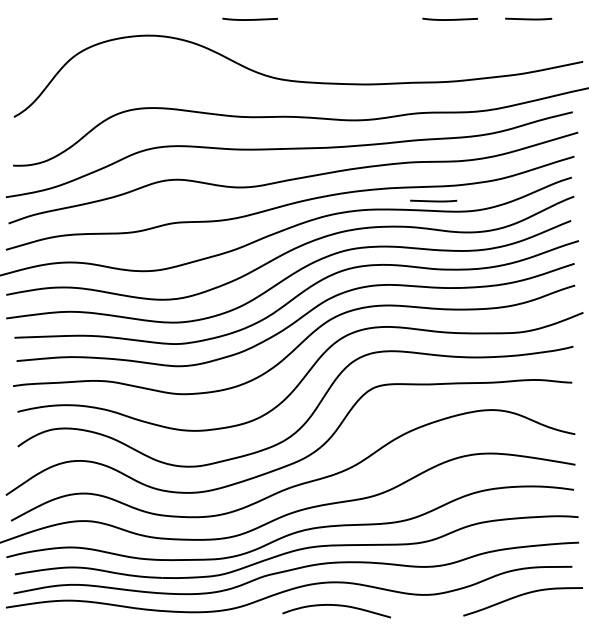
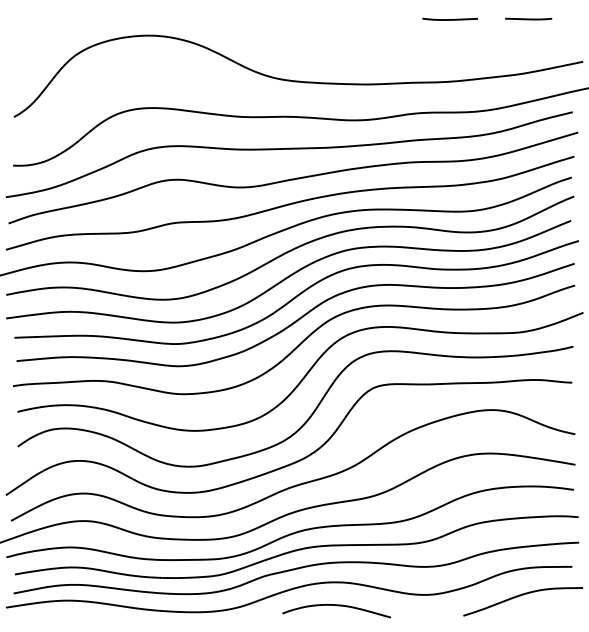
line at (249, 19): present -> none
line at (433, 200): present -> none
